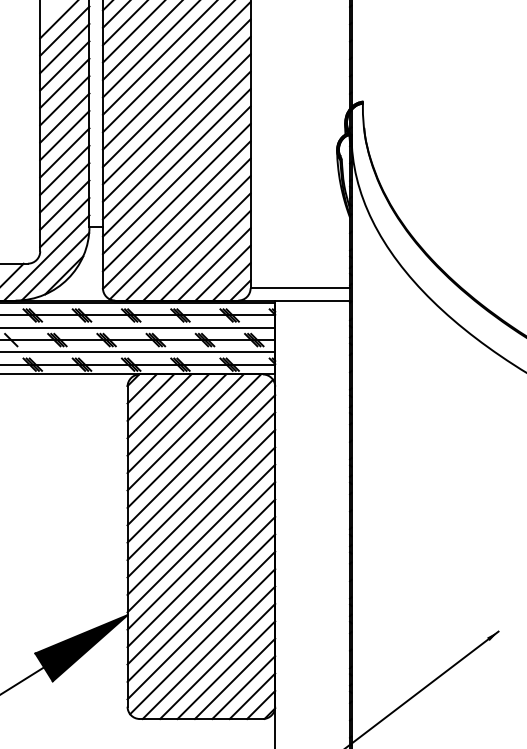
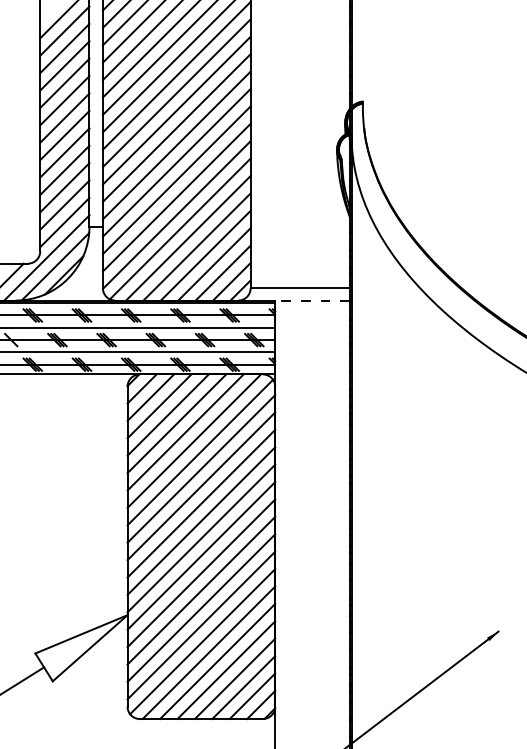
line at (312, 300): solid -> dashed
fill at (81, 648): present -> none
